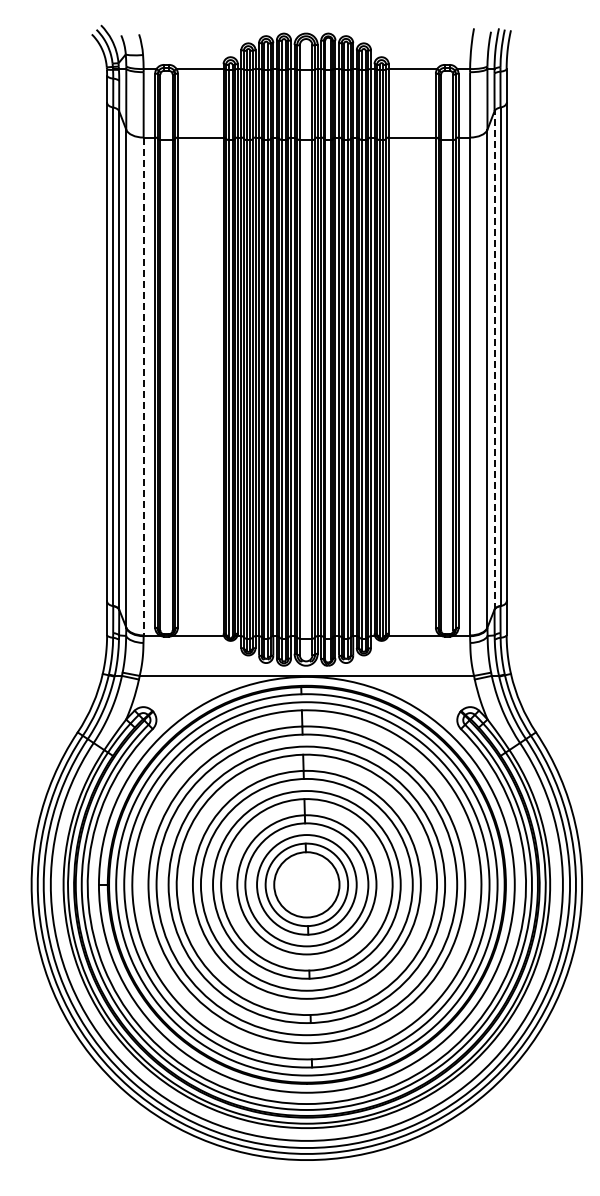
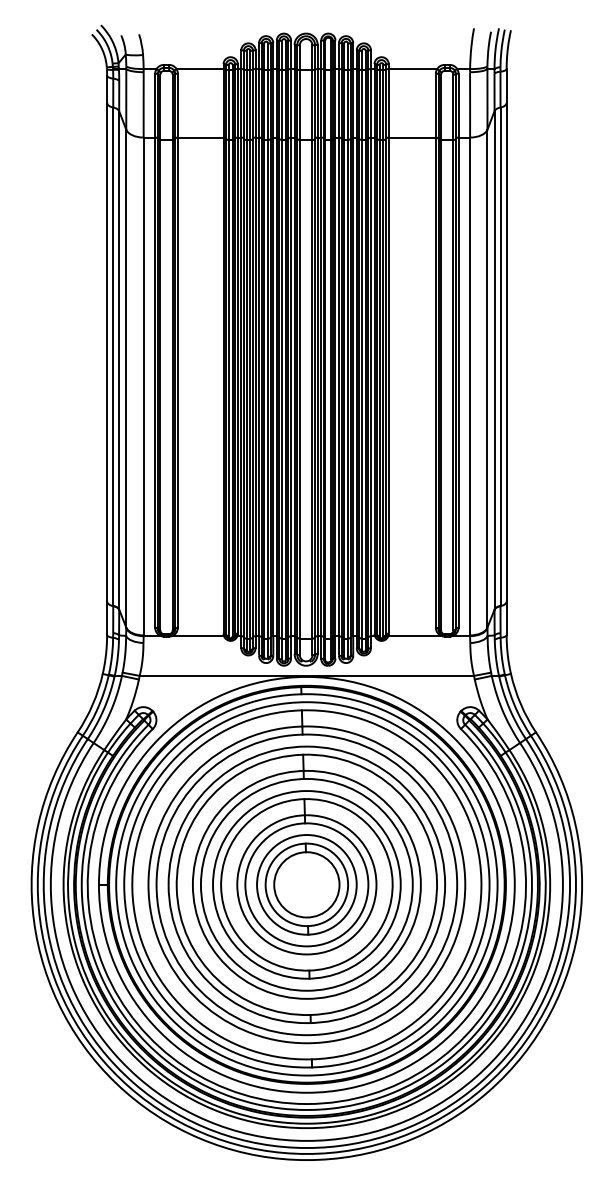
line at (494, 359): dashed -> solid
line at (143, 386): dashed -> solid
